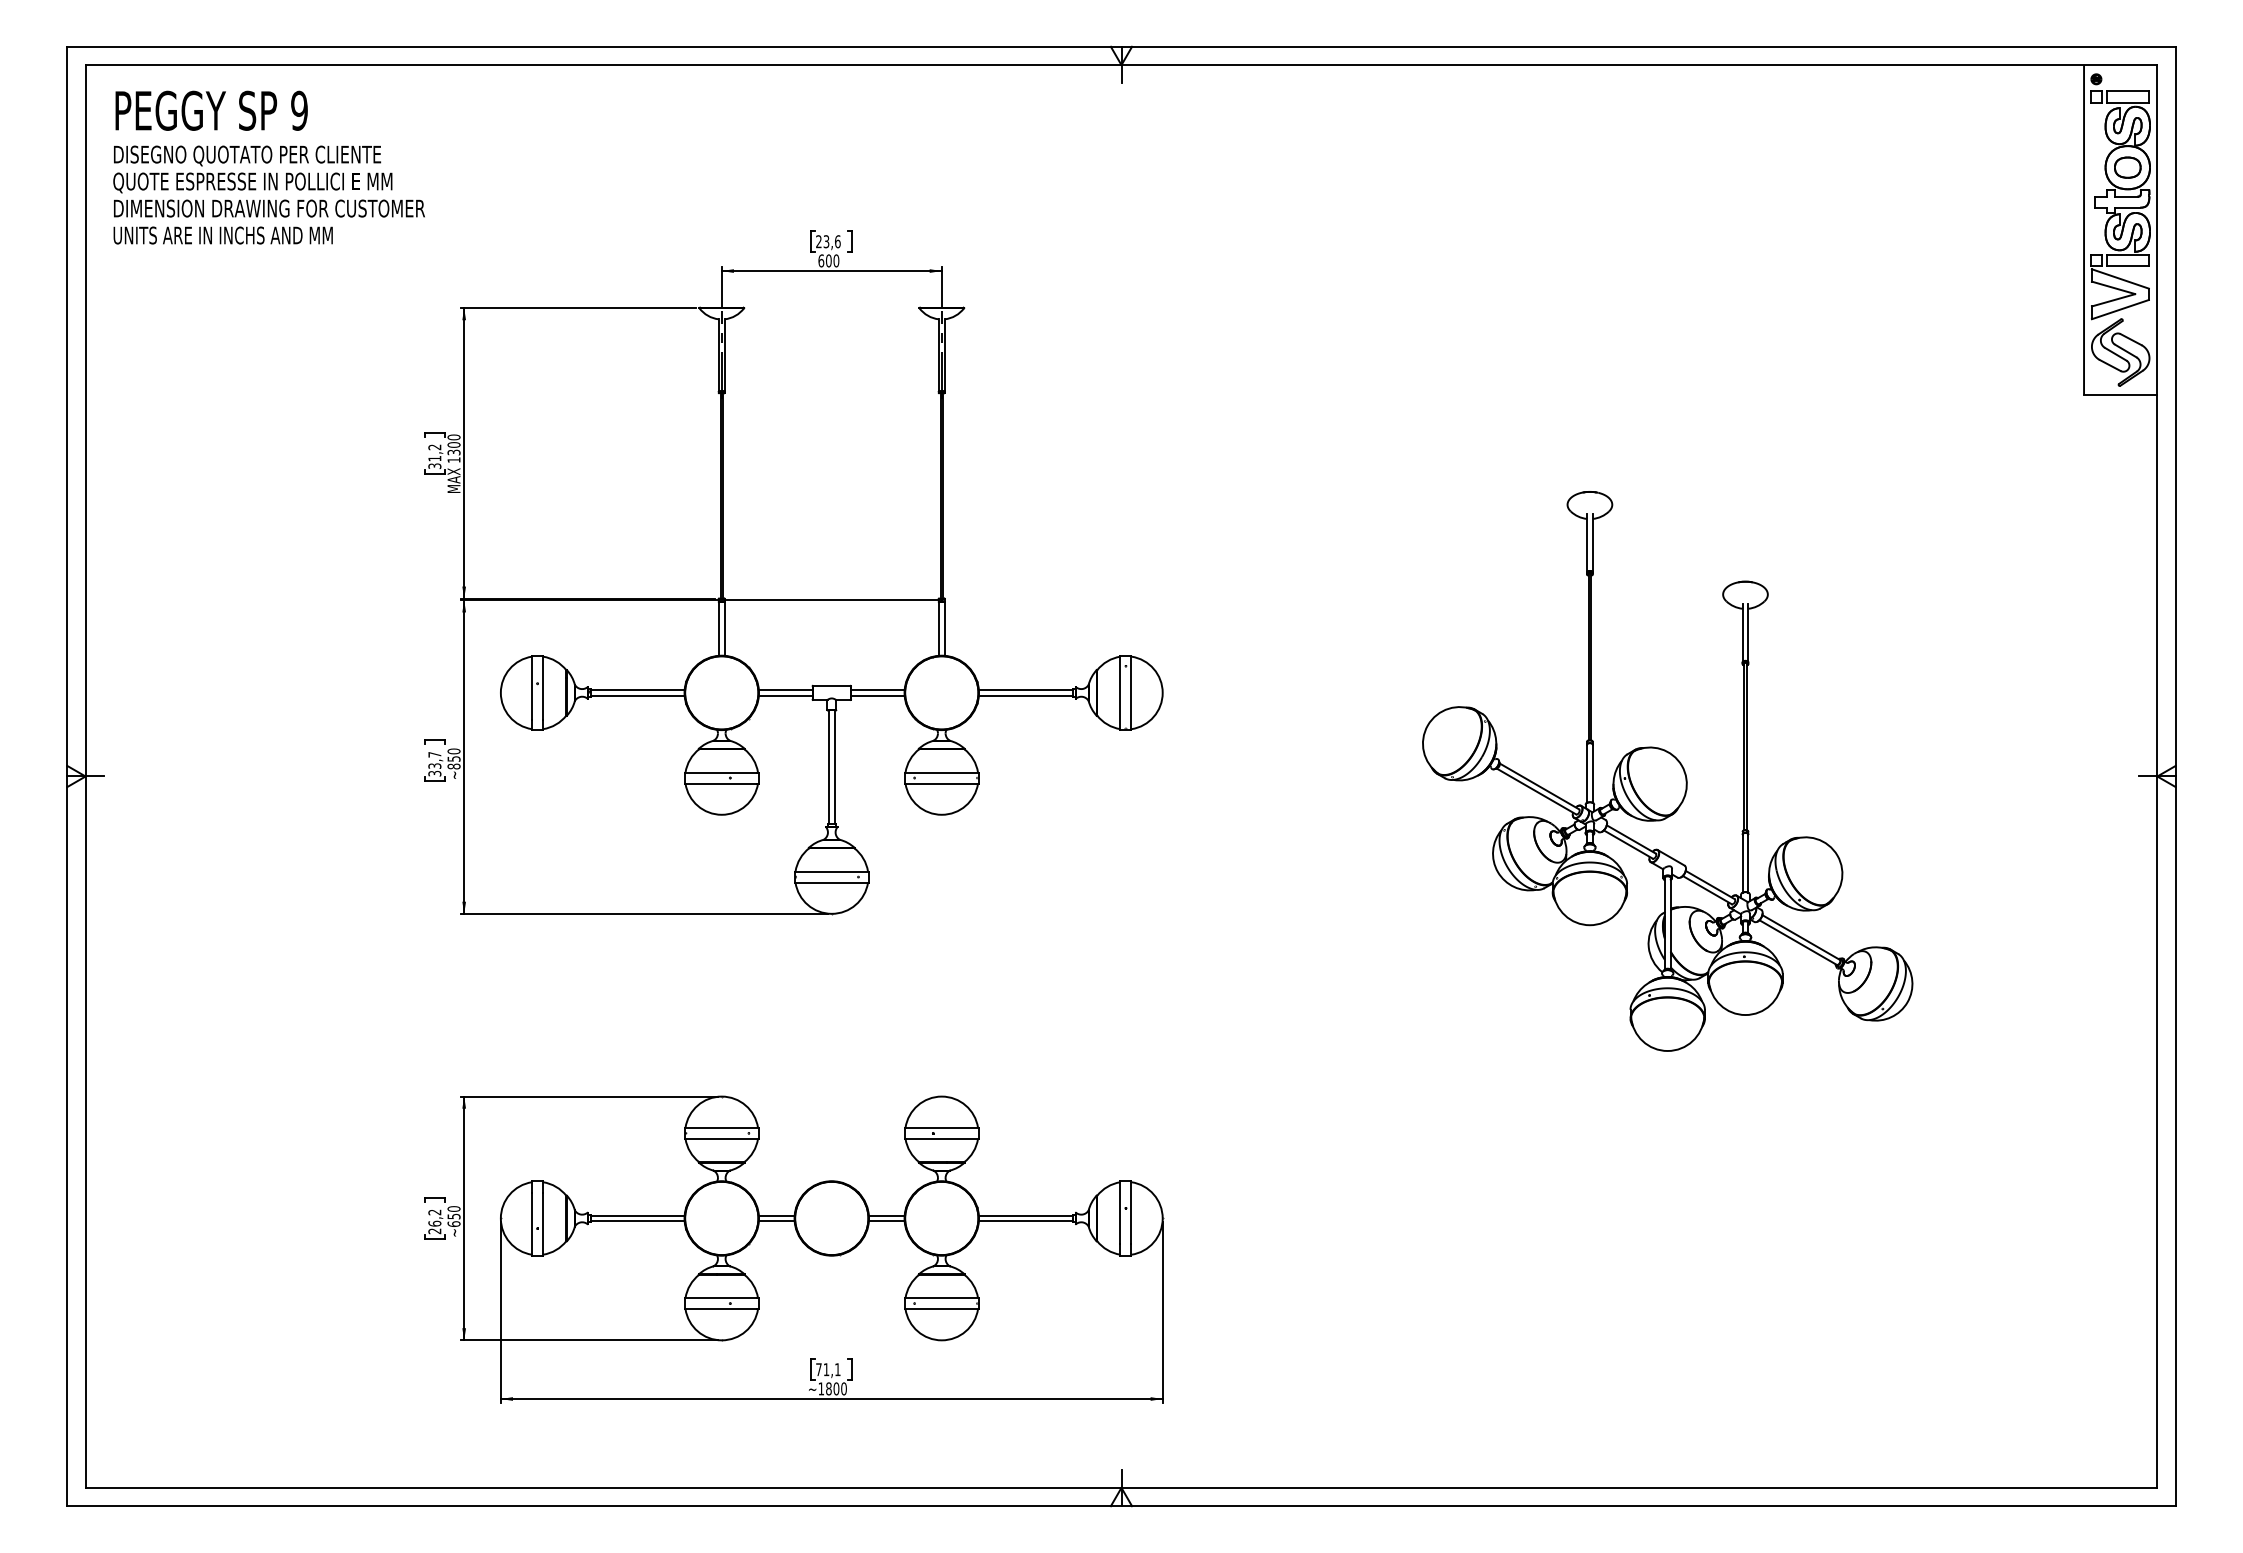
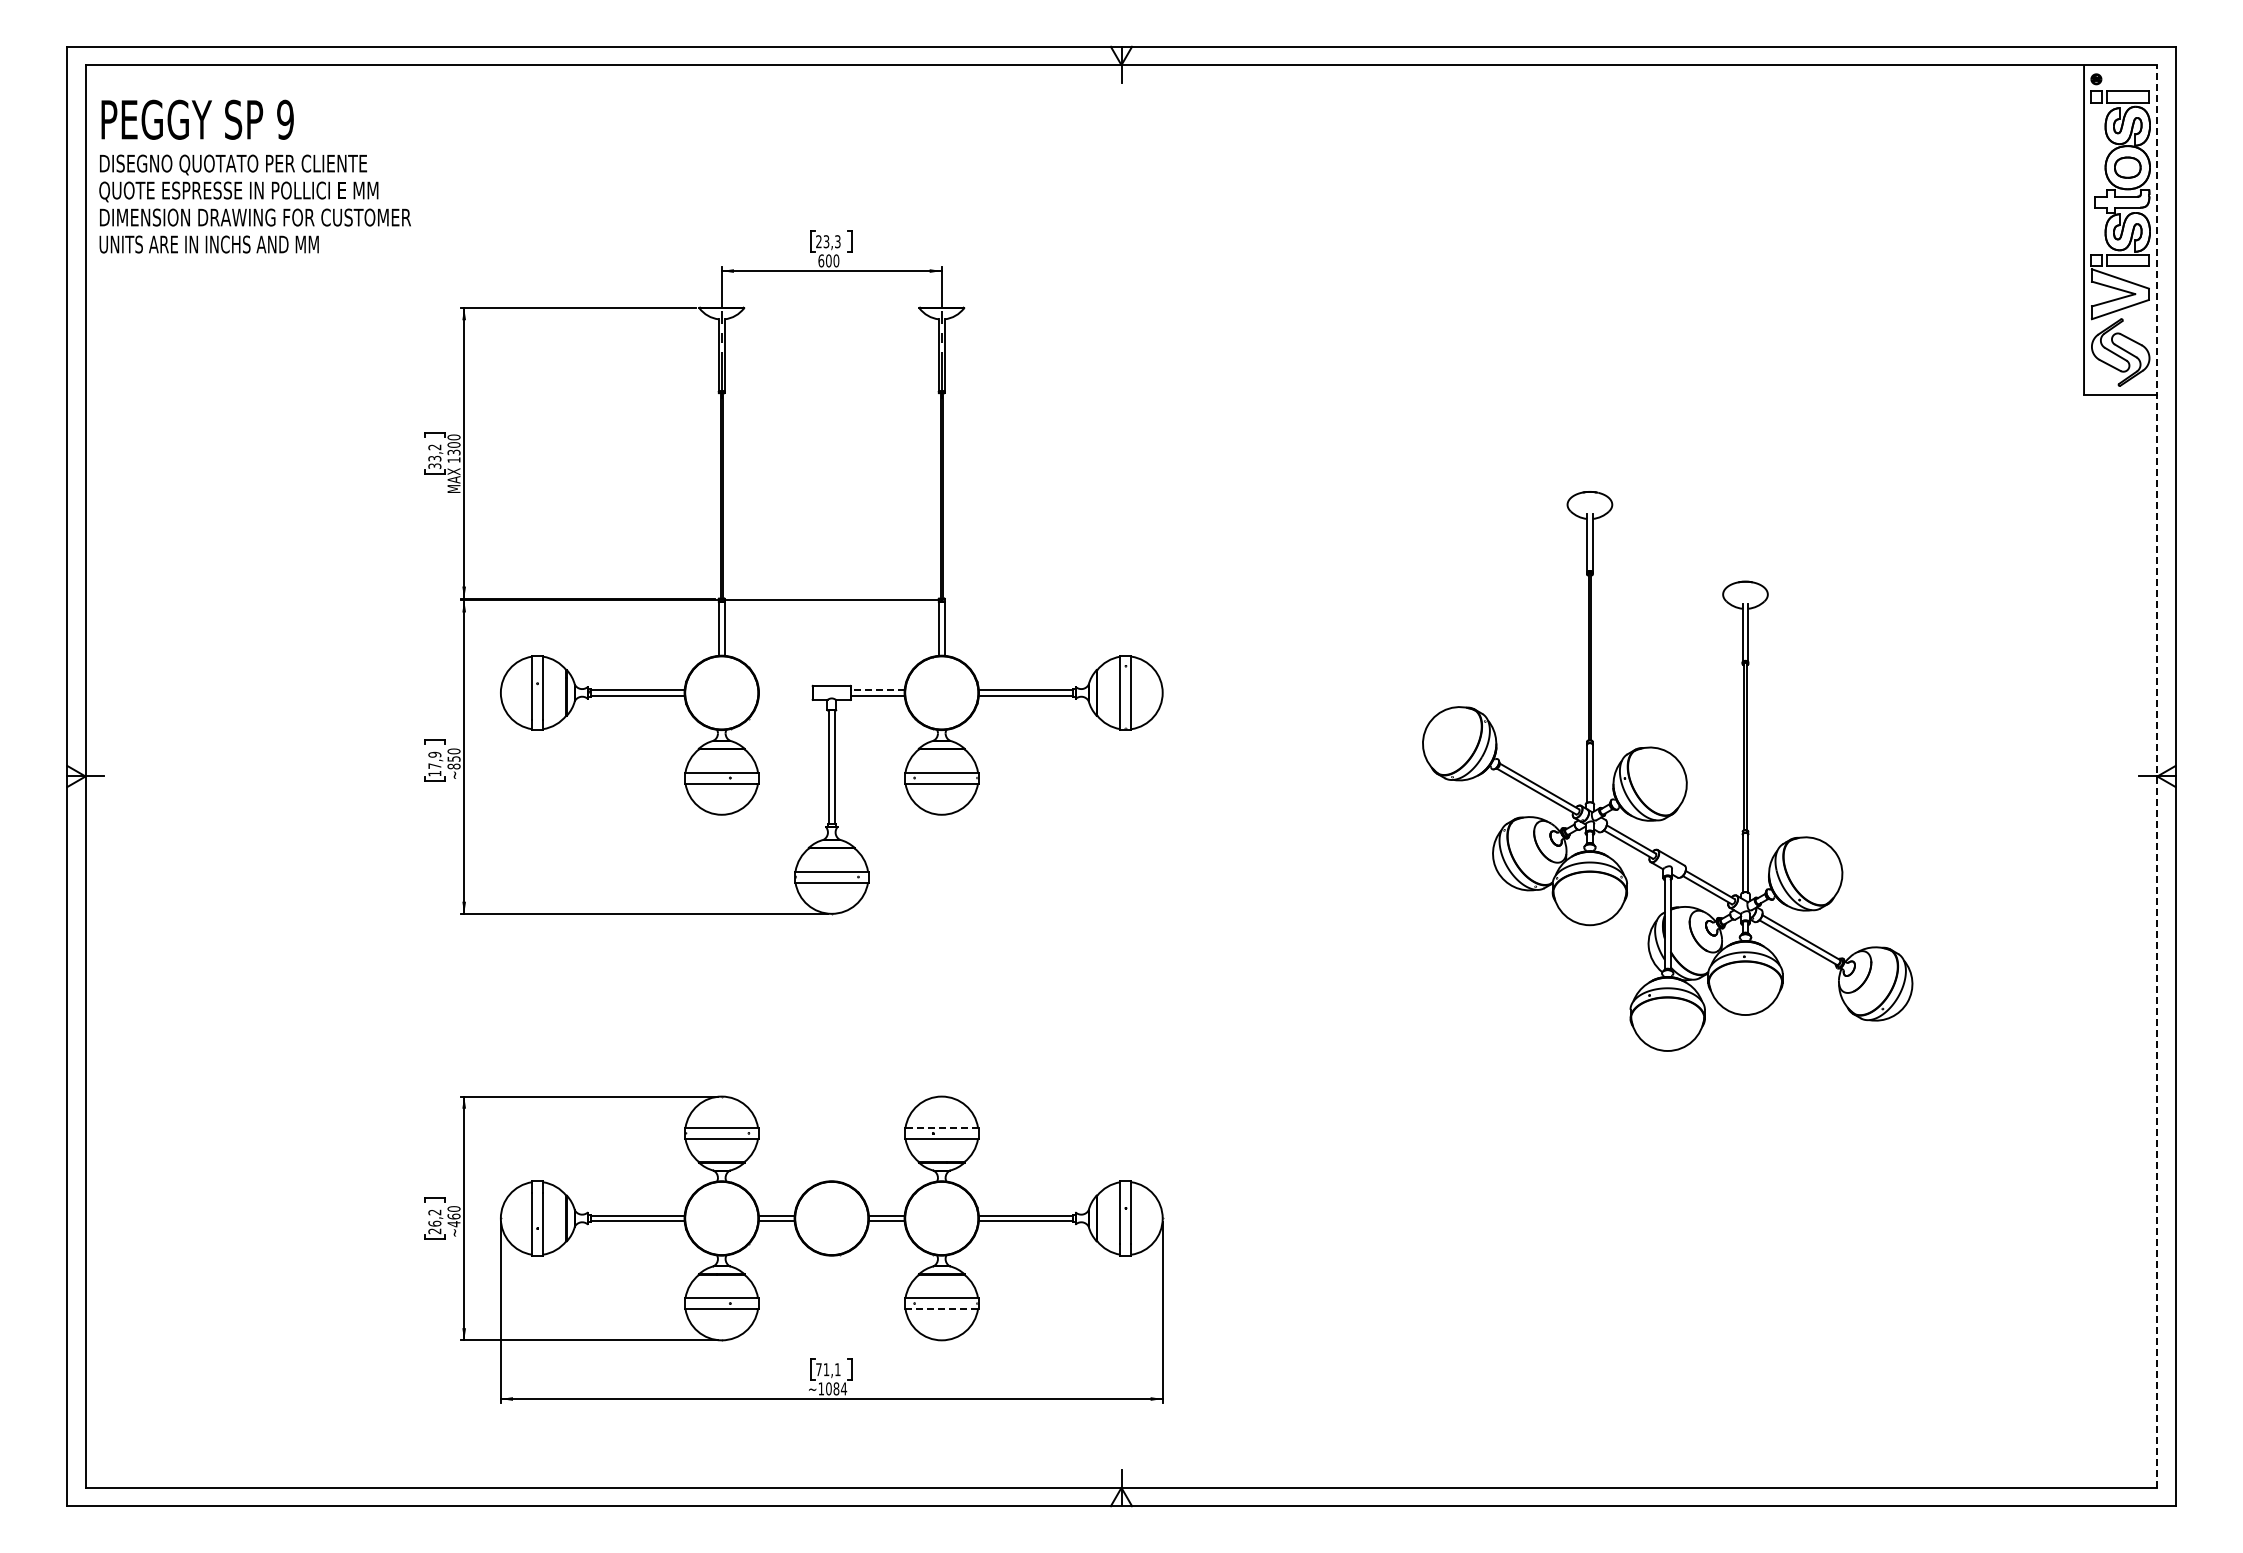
text at (268, 167) position: (268, 167) -> (254, 176)
text at (837, 241): 23,6 -> 23,3
text at (434, 458): 31,2 -> 33,2
line at (785, 689): present -> none
line at (877, 689): solid -> dashed
line at (785, 695): present -> none
text at (434, 763): 33,7 -> 17,9
line at (2157, 776): solid -> dashed
line at (942, 1127): solid -> dashed
text at (453, 1220): ~650 -> ~460
line at (942, 1309): solid -> dashed
text at (836, 1388): ~1800 -> ~1084
